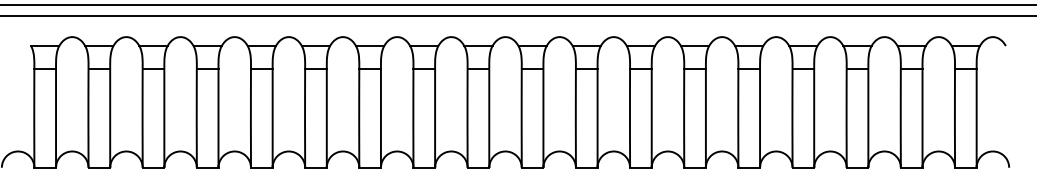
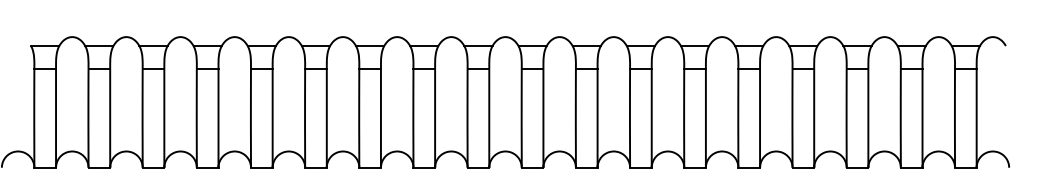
line at (517, 5): present -> none
line at (517, 16): present -> none
